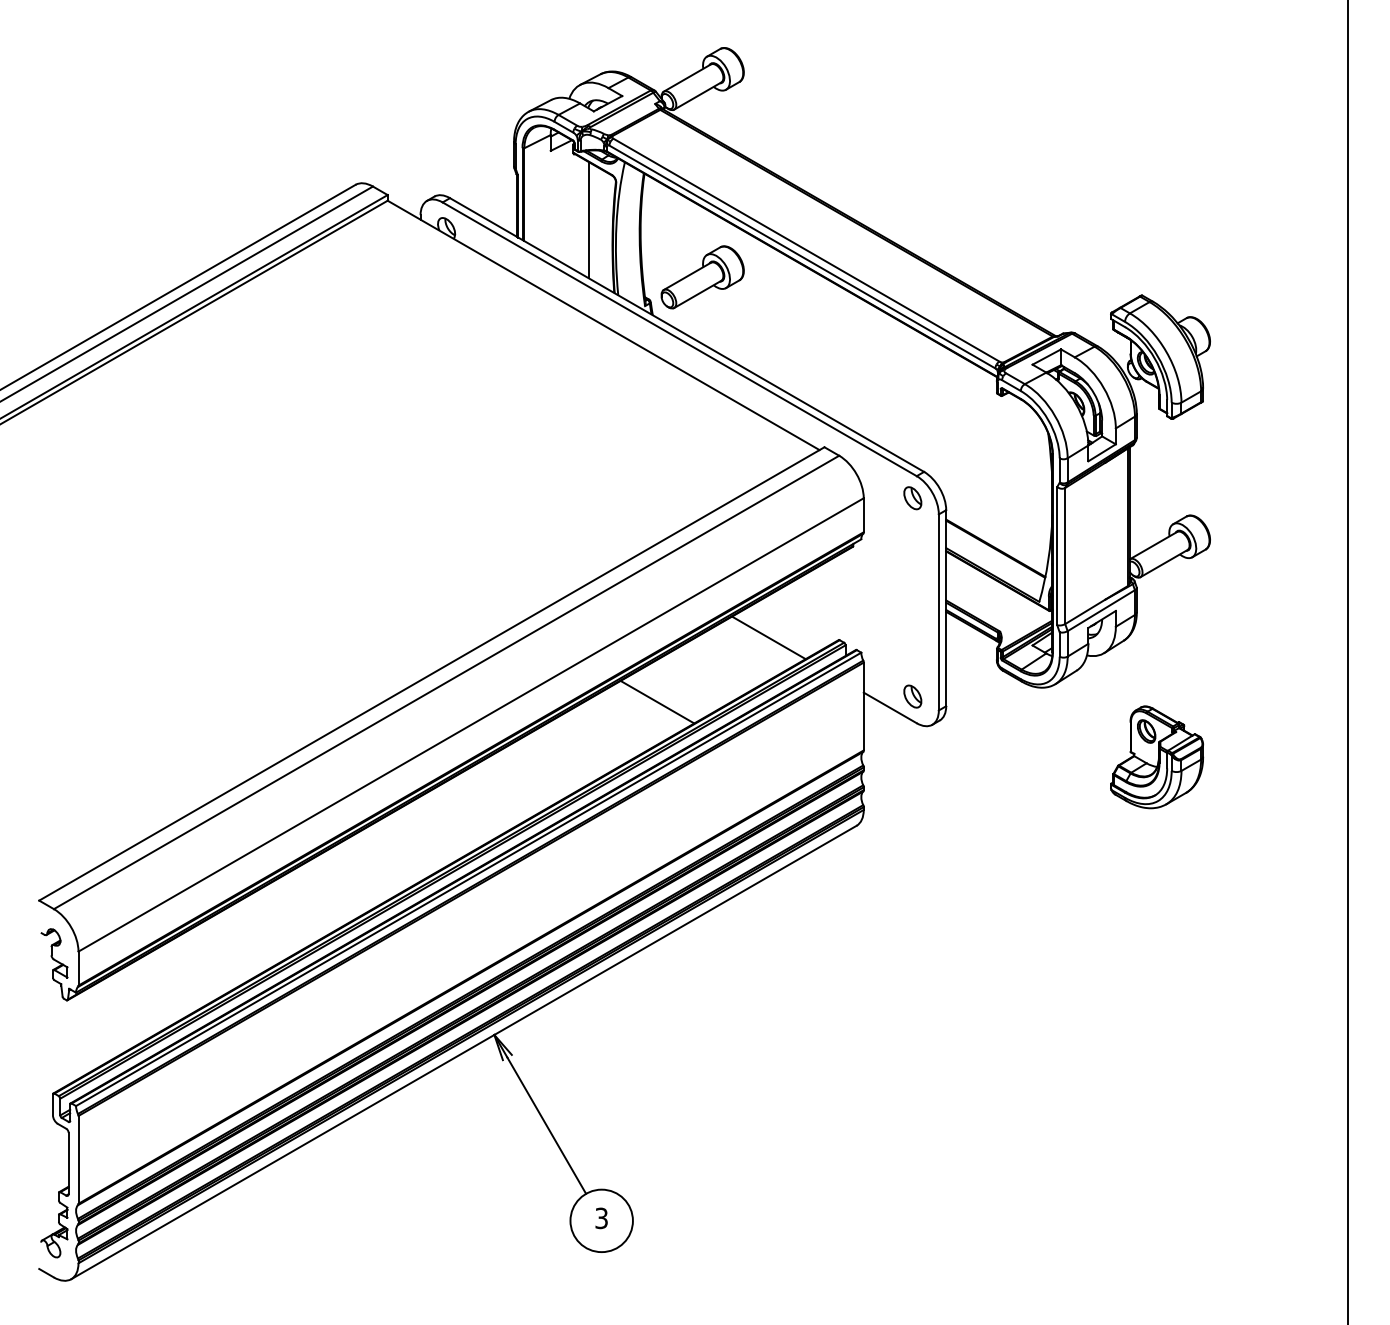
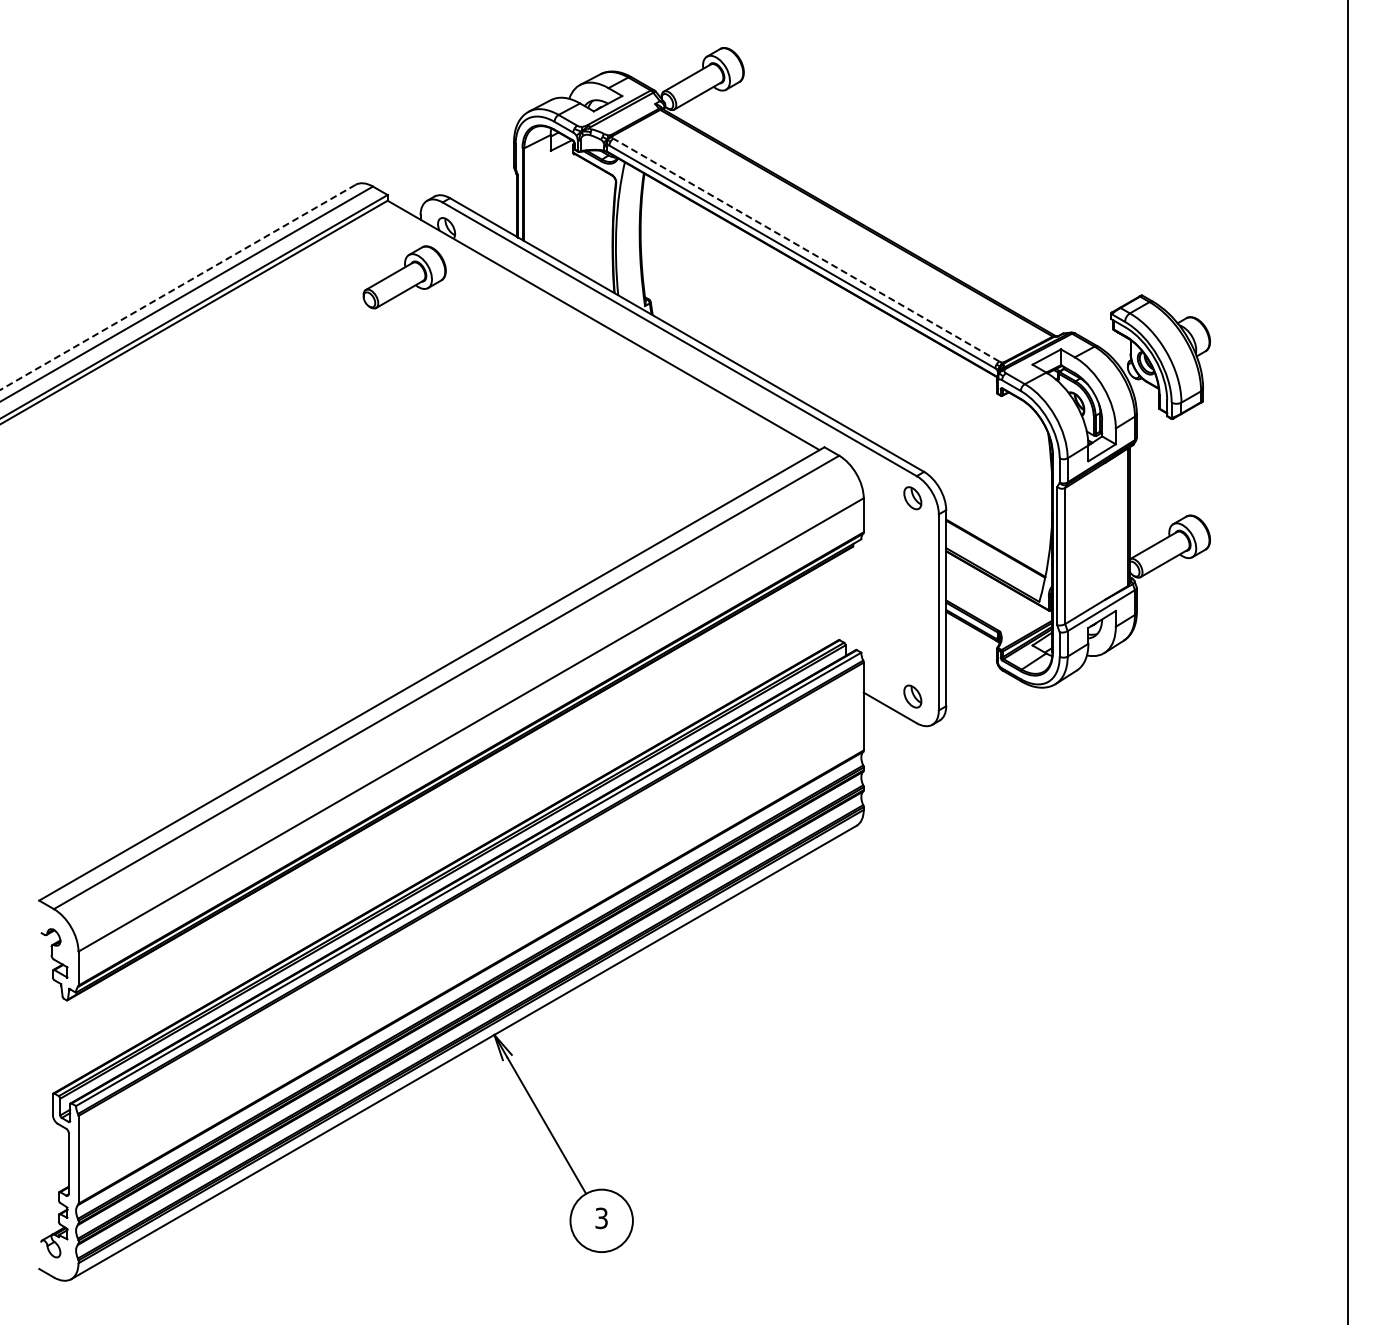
line at (589, 220): present -> none
line at (806, 250): solid -> dashed
part at (702, 277) position: (702, 277) -> (404, 277)
line at (178, 287): solid -> dashed
line at (768, 637): present -> none
line at (657, 701): present -> none
part at (1157, 757): present -> none
